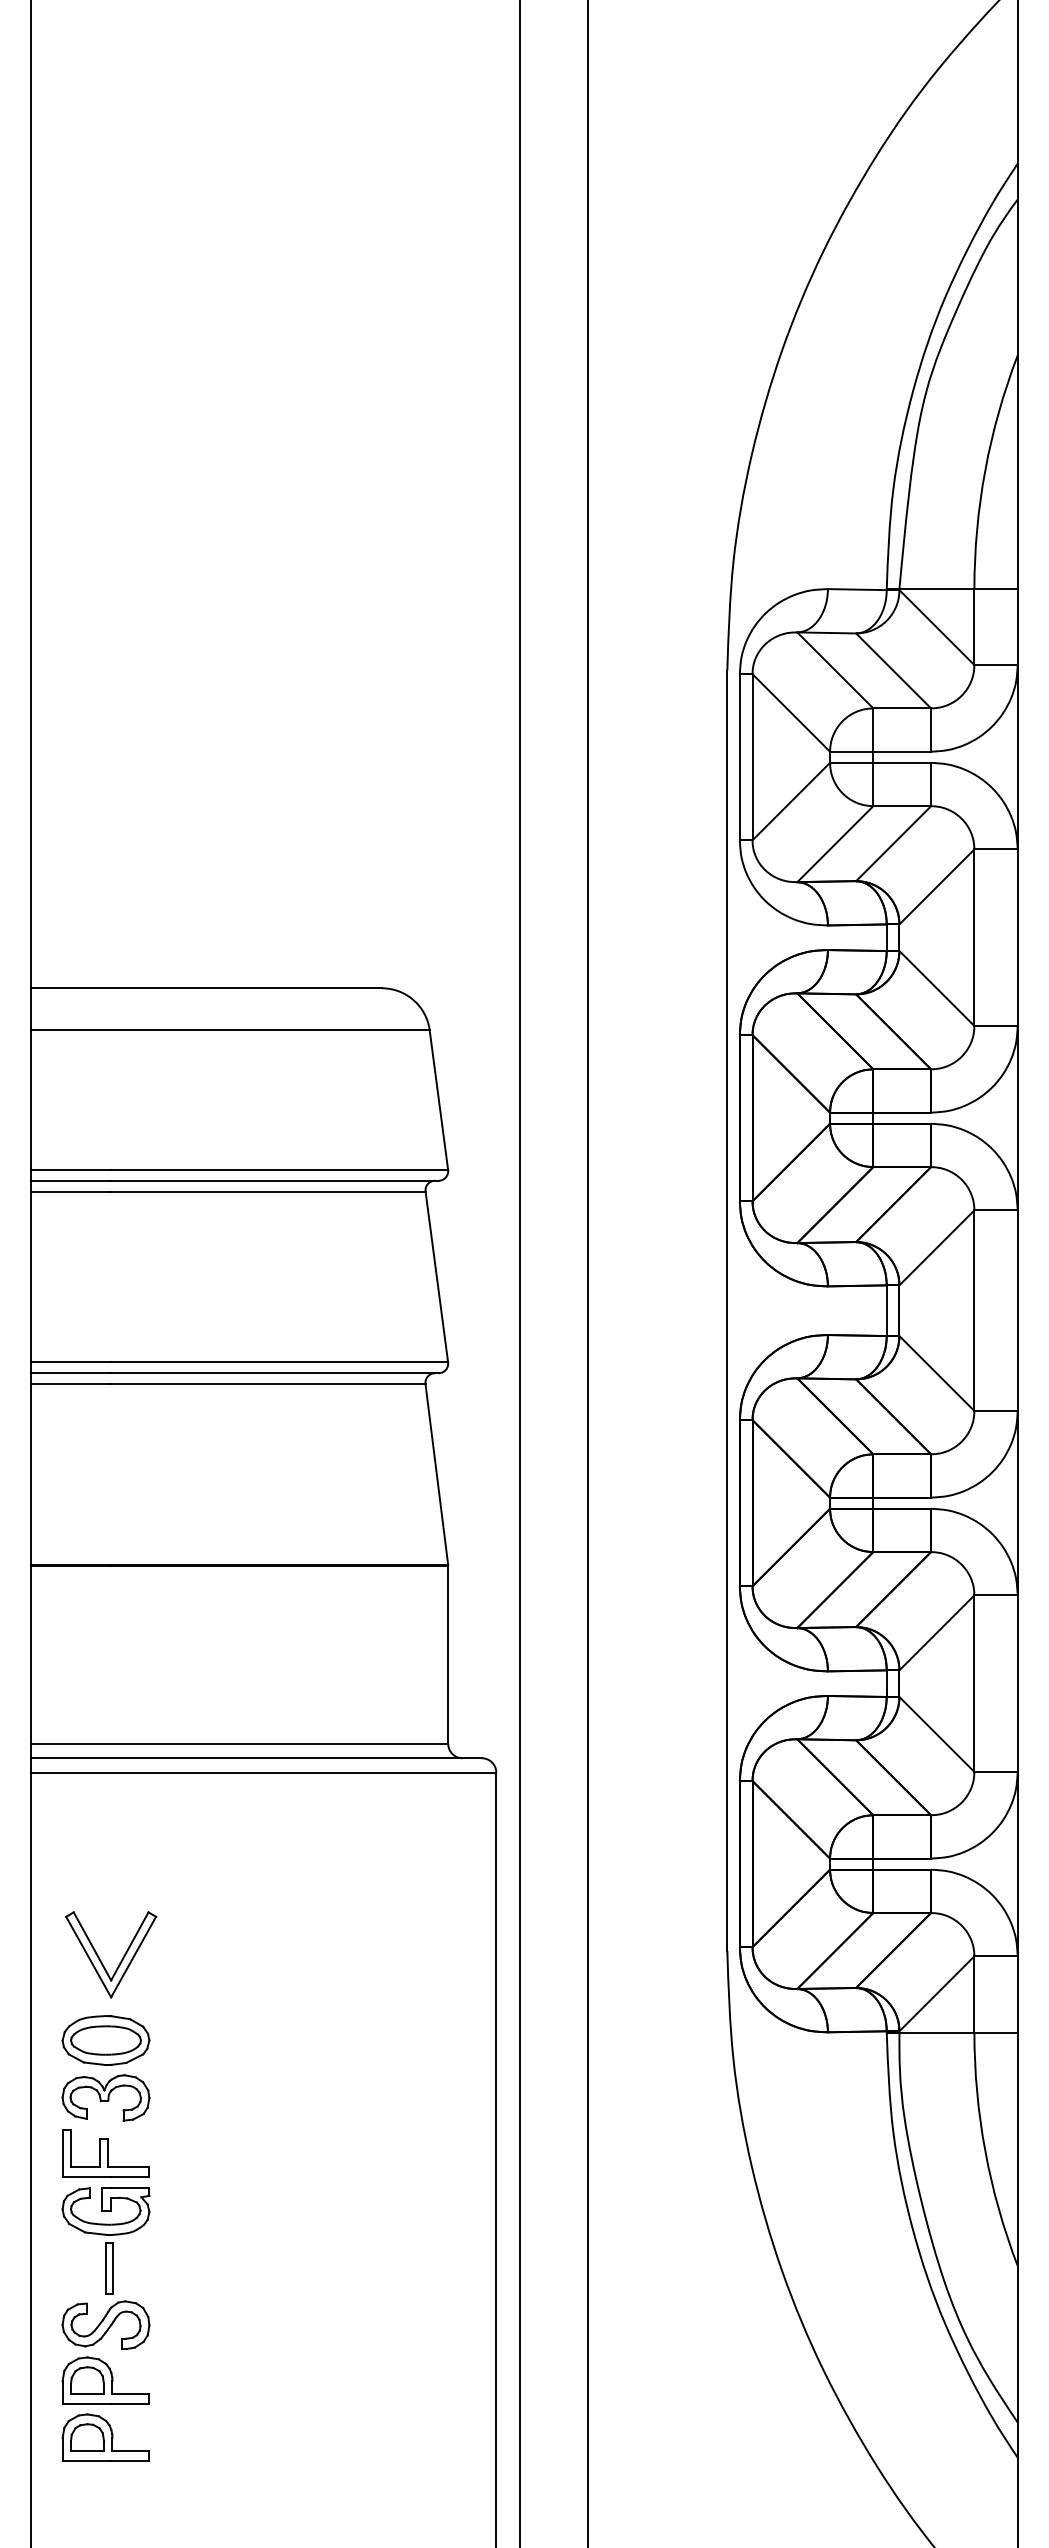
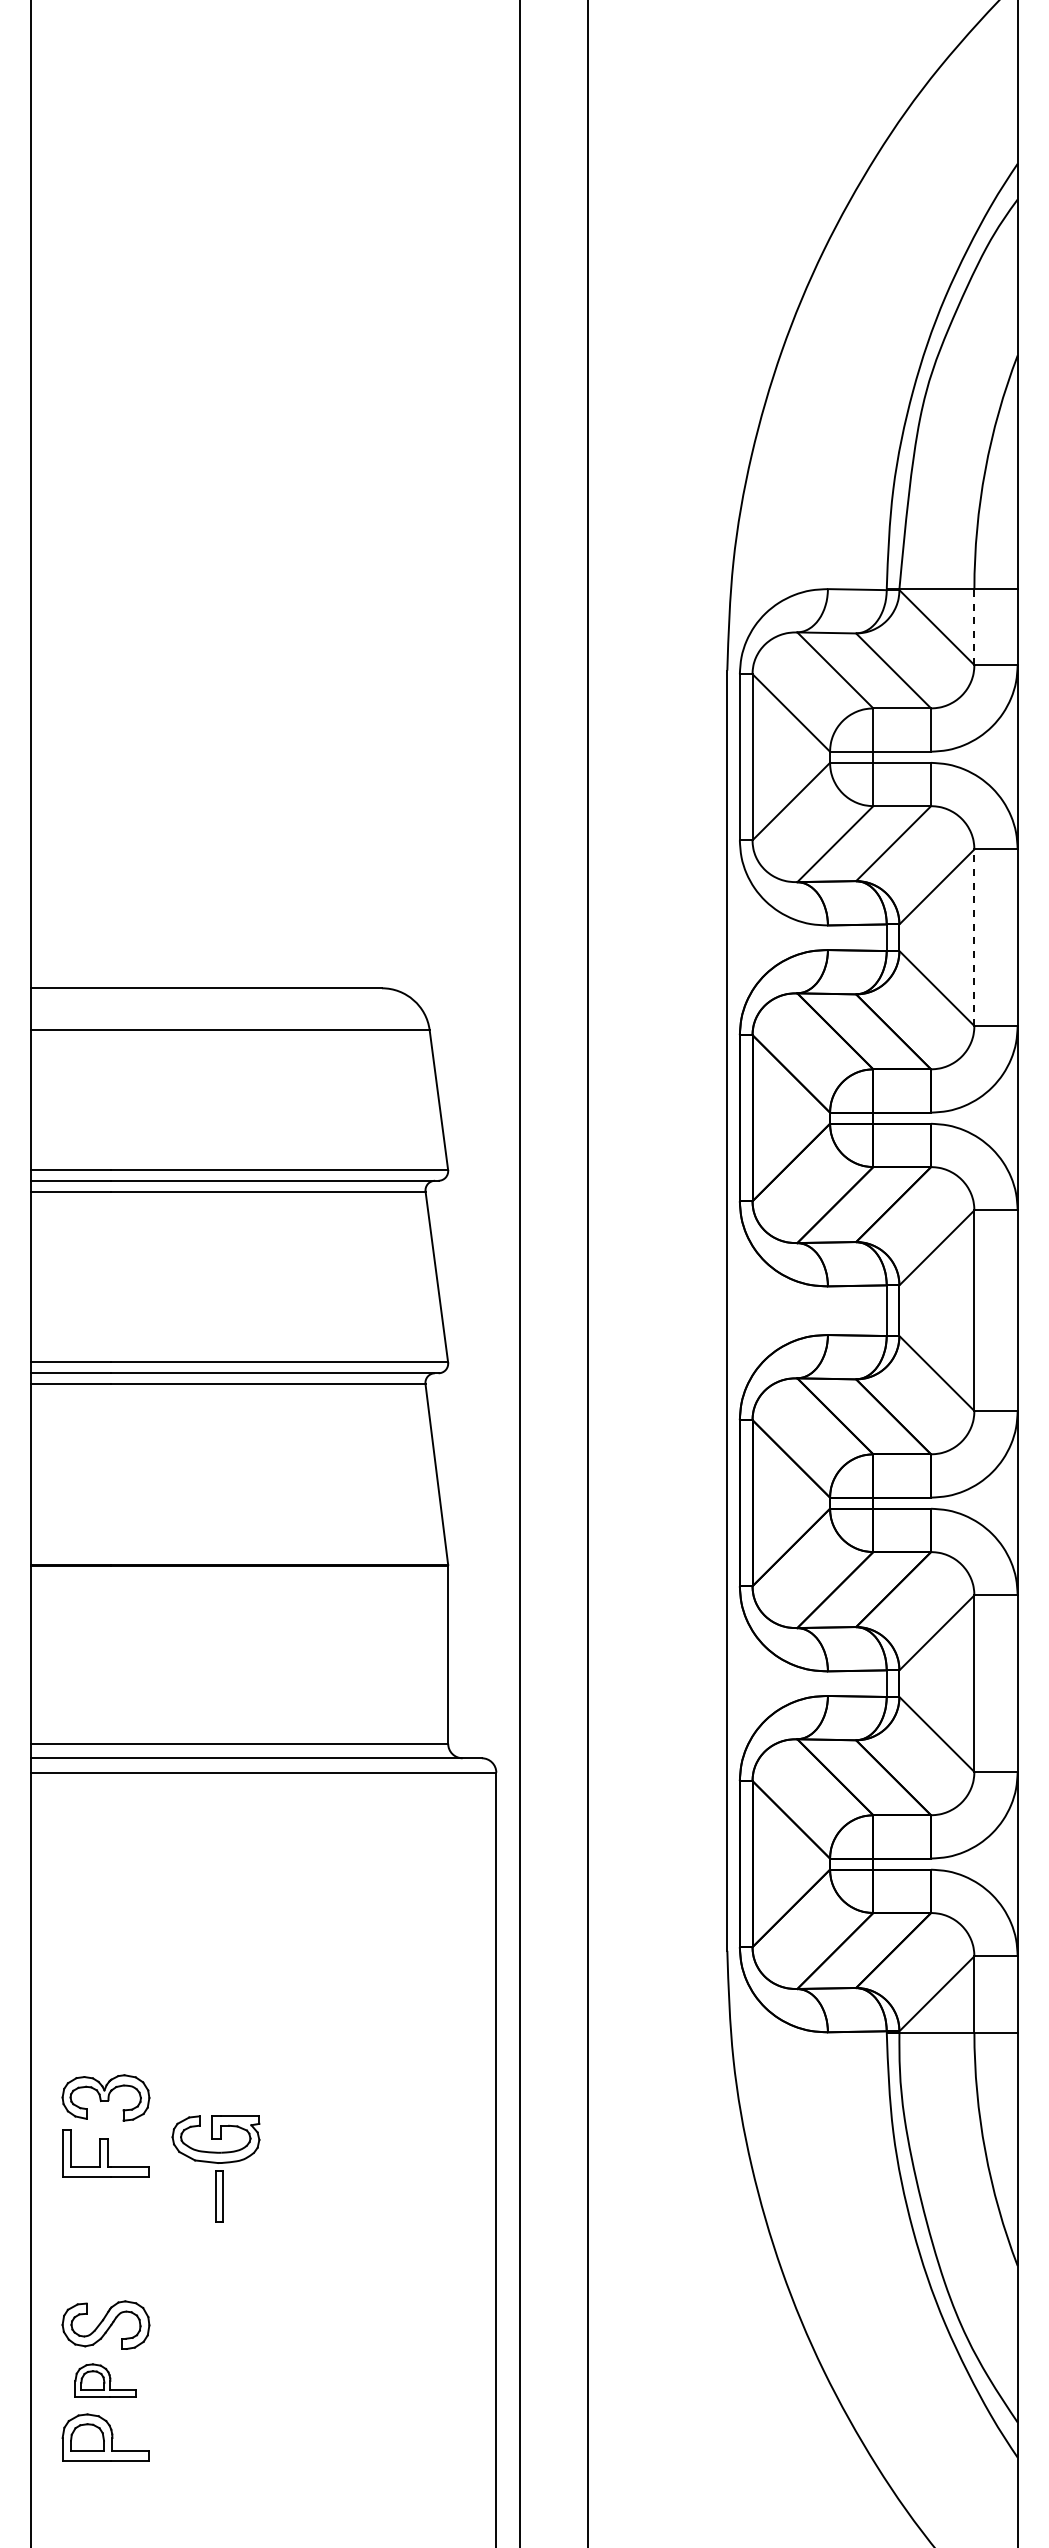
line at (974, 626): solid -> dashed
line at (974, 937): solid -> dashed
part at (121, 1959): present -> none
part at (105, 2040): present -> none
part at (105, 2240) position: (105, 2240) -> (215, 2168)
part at (105, 2380) size: 89x49 px -> 63x35 px
